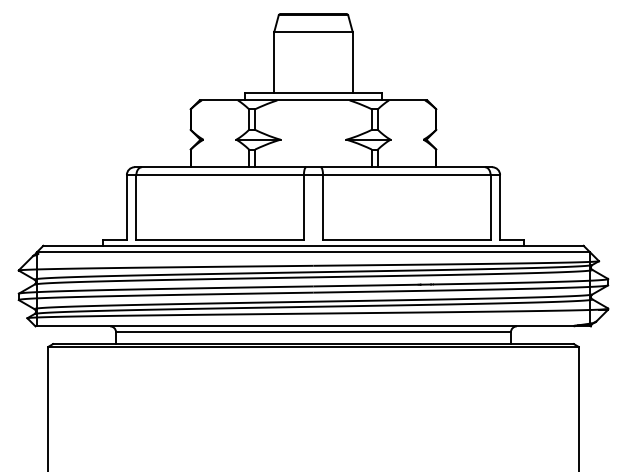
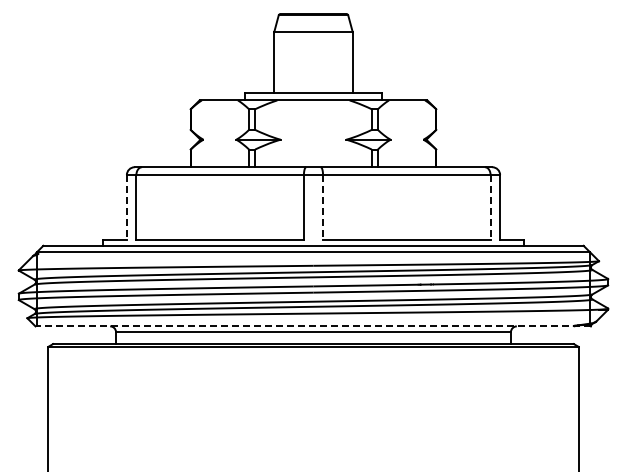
line at (126, 208): solid -> dashed
line at (323, 208): solid -> dashed
line at (490, 208): solid -> dashed
line at (313, 326): solid -> dashed
